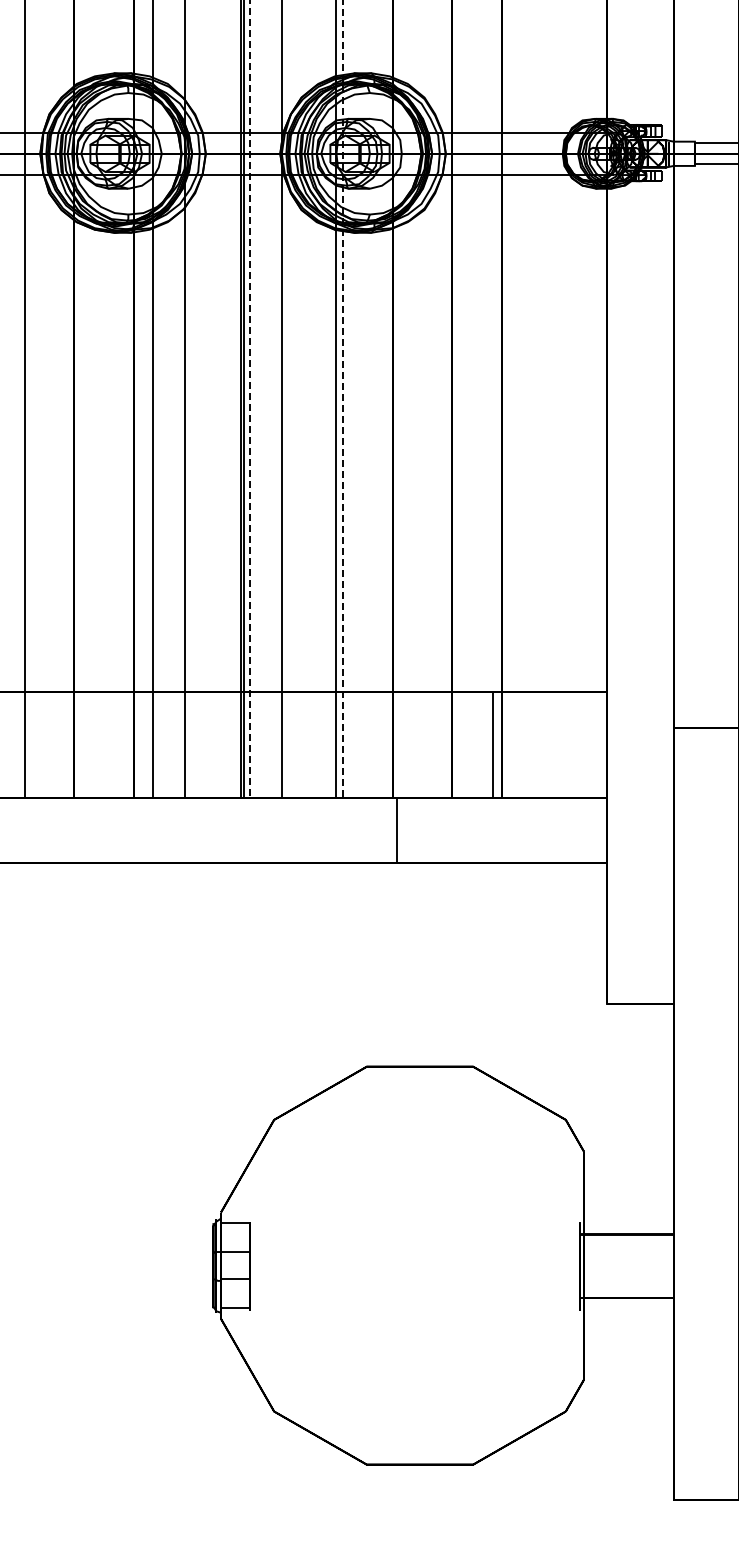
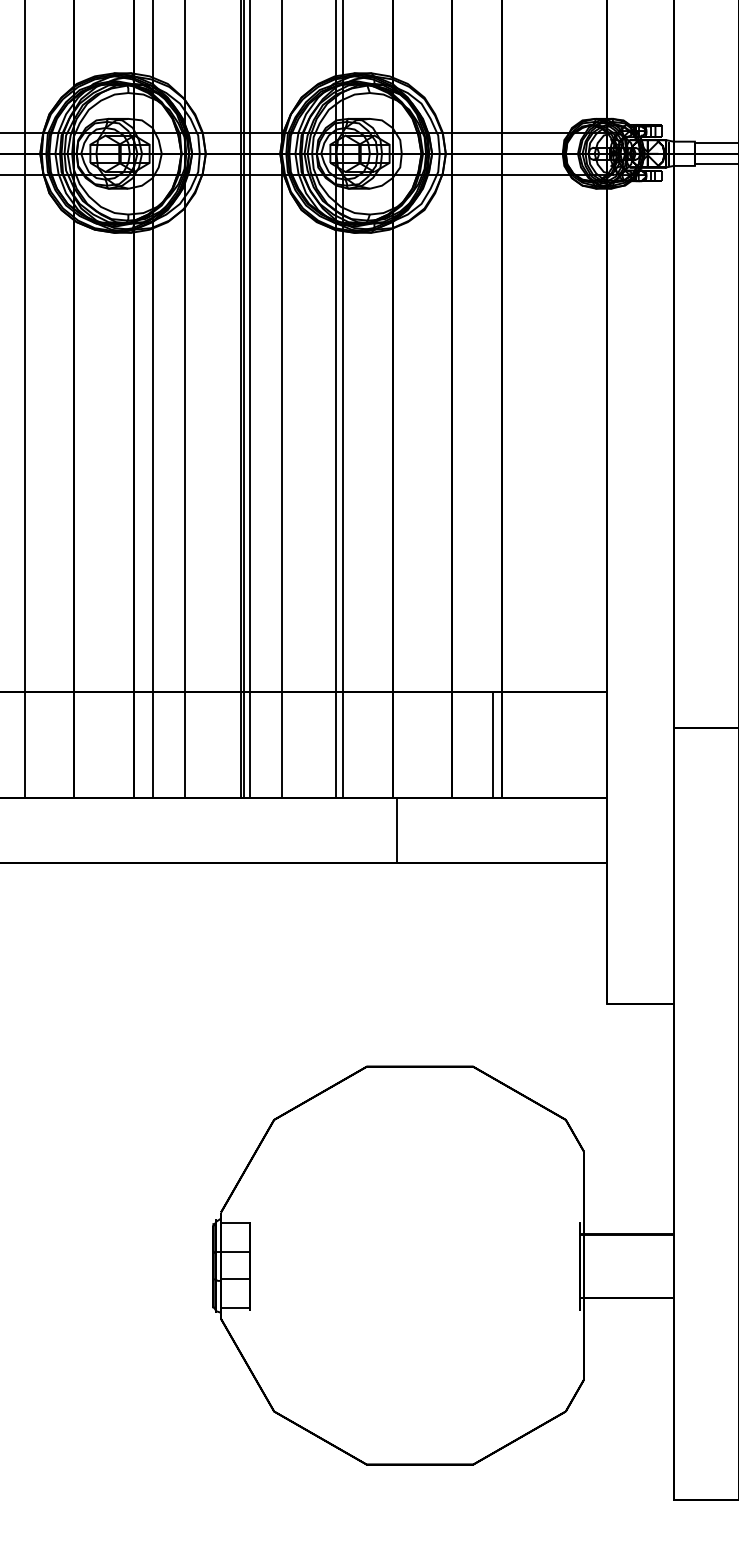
line at (249, 443): dashed -> solid
line at (342, 454): dashed -> solid
